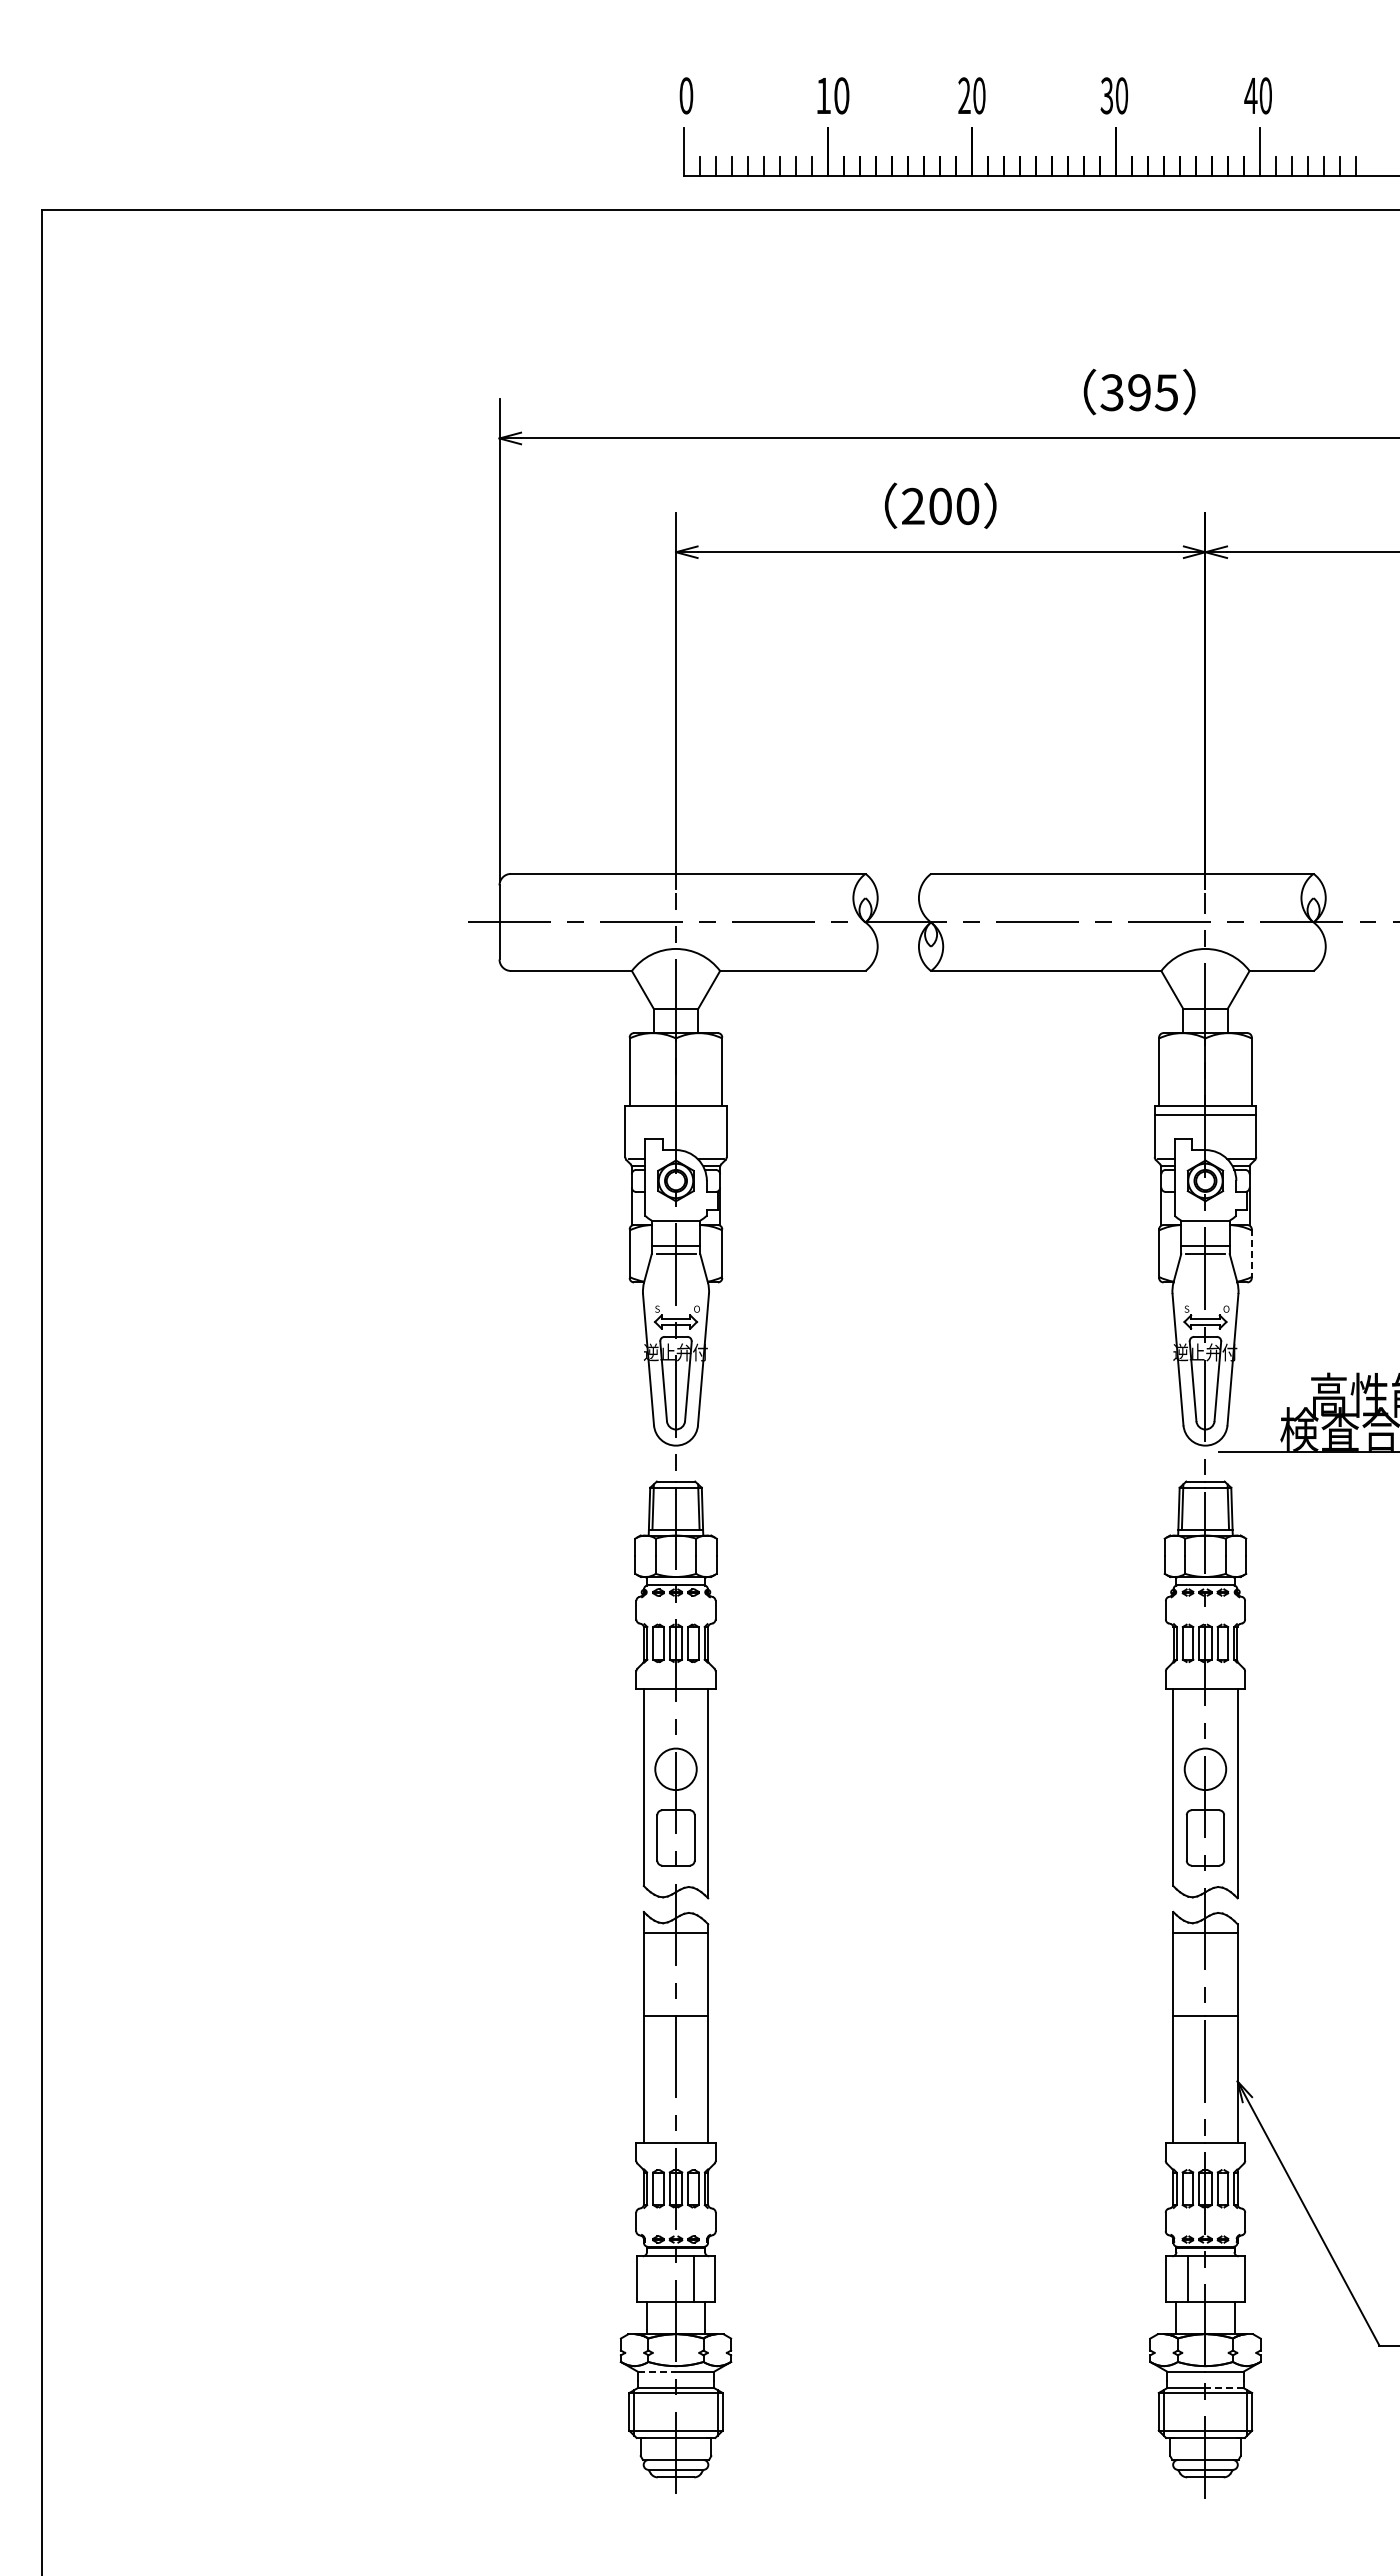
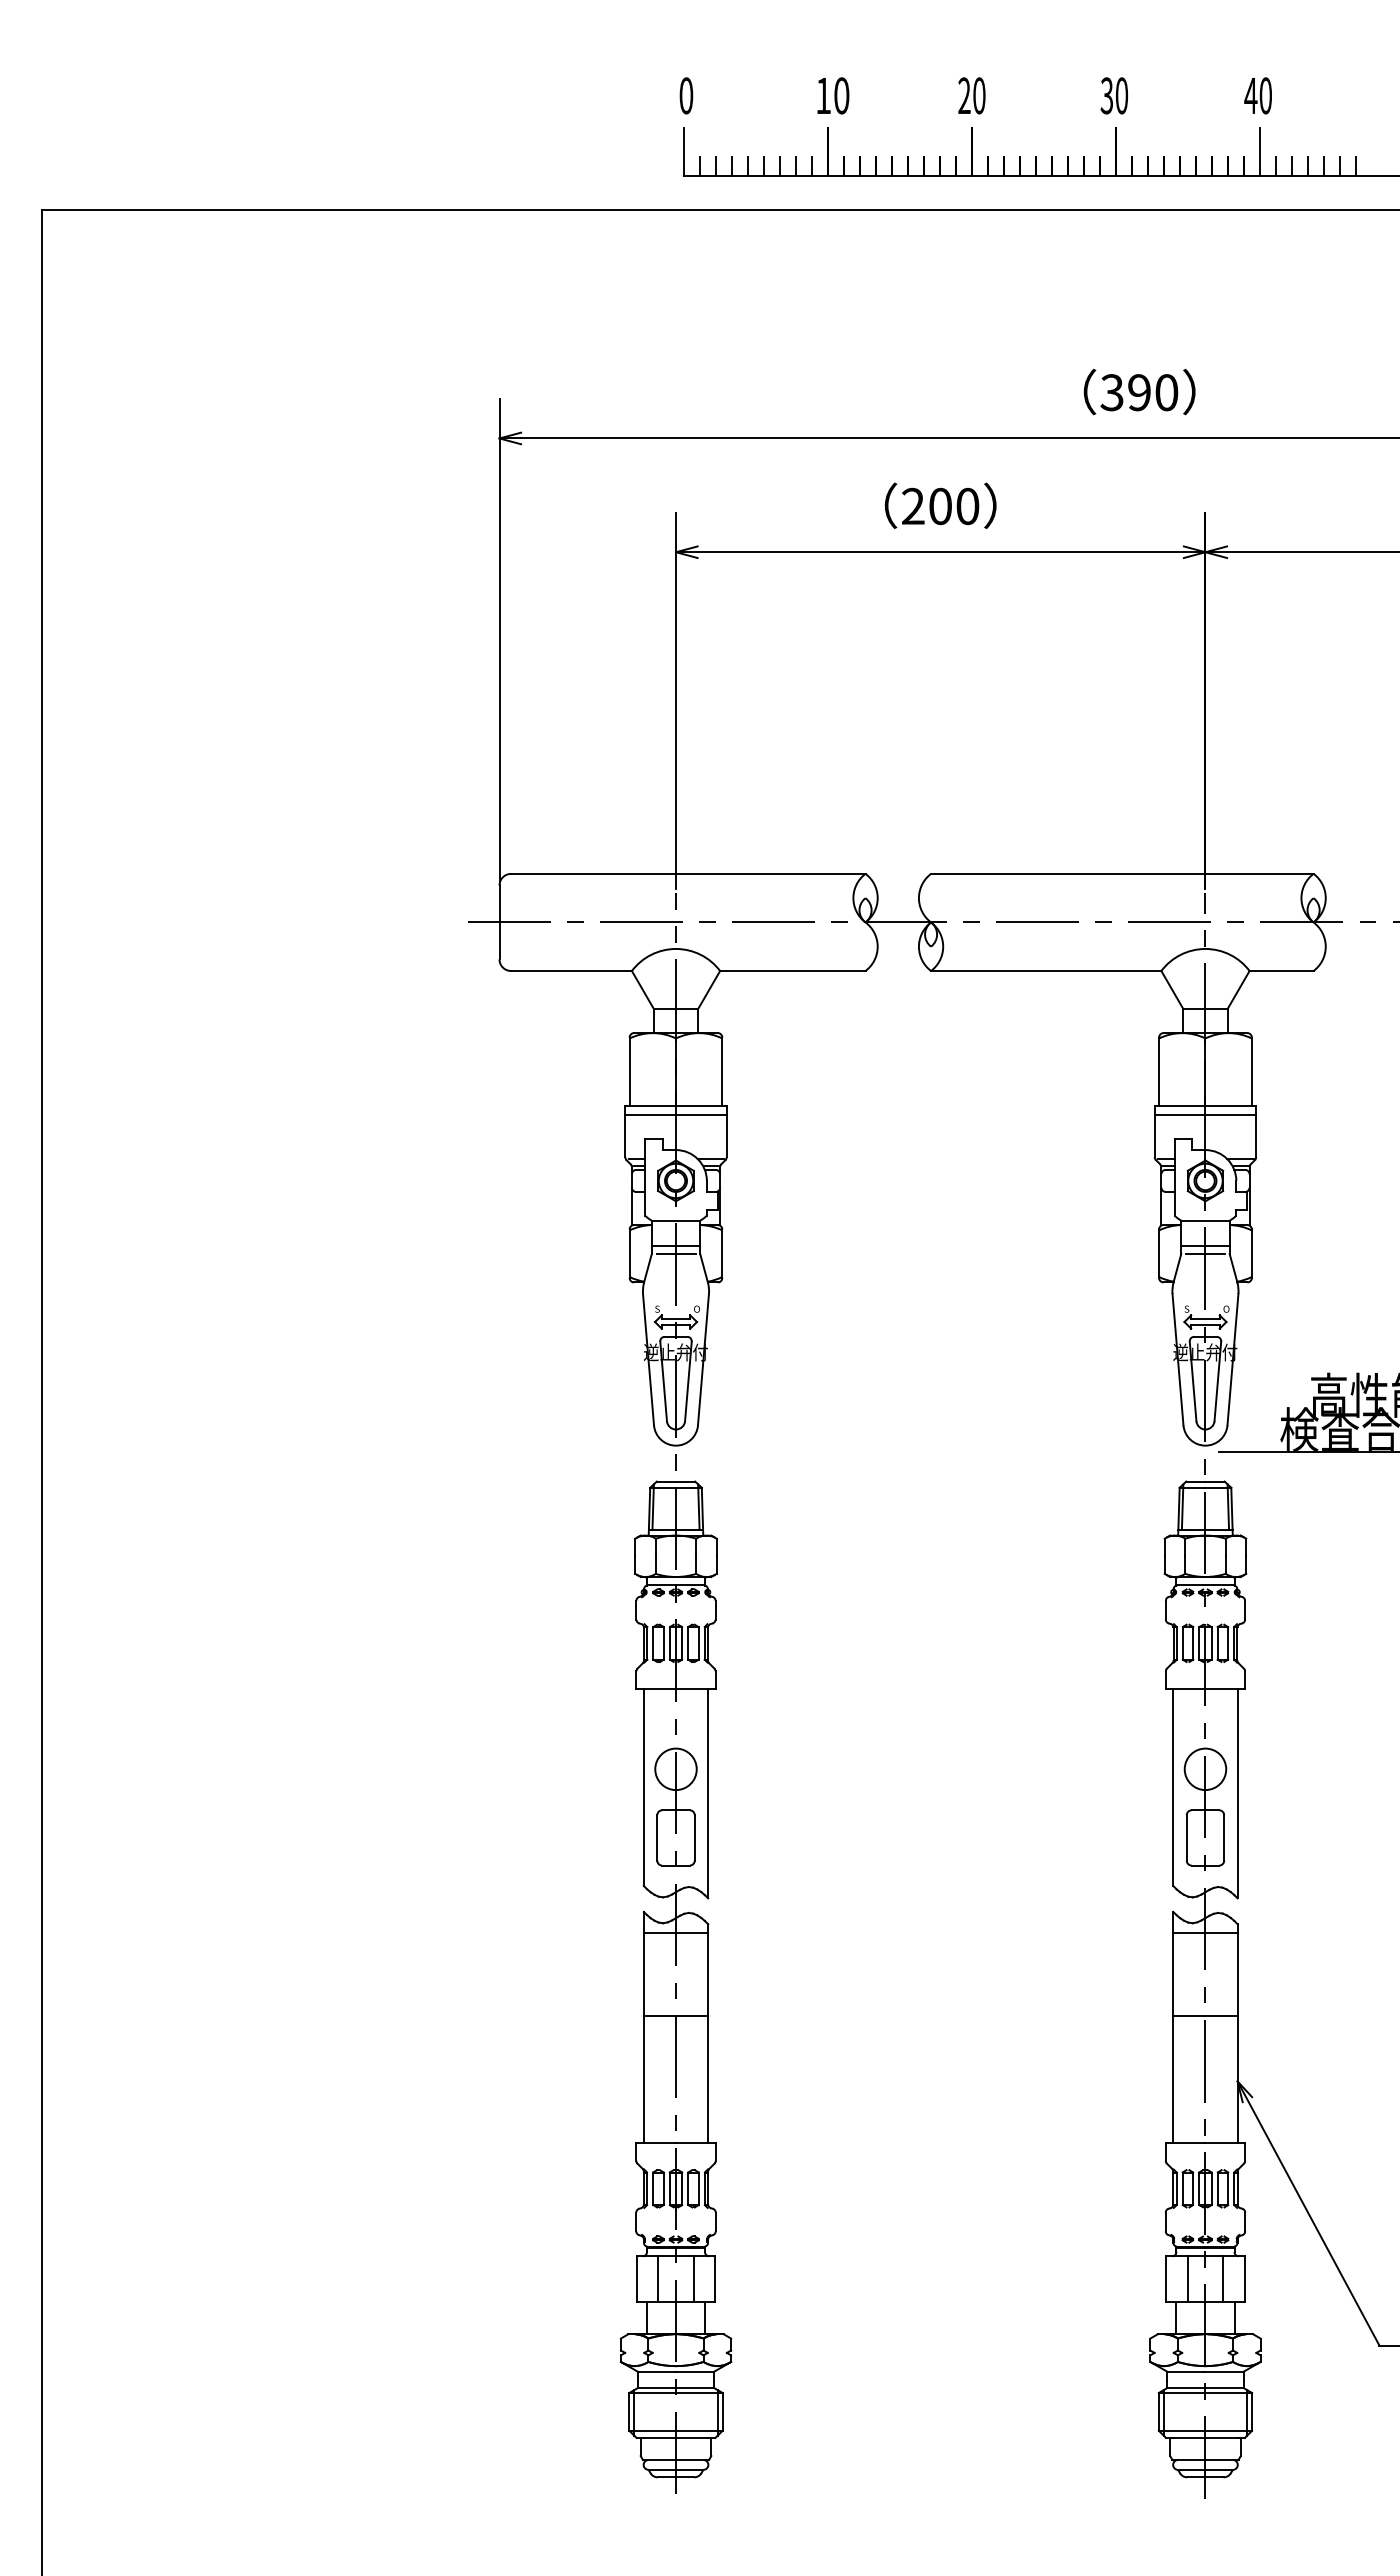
text at (1166, 392): 395 -> 390
line at (675, 1114): none -> present
line at (1251, 1254): dashed -> solid
line at (658, 2278): none -> present
line at (1223, 2278): none -> present
line at (657, 2371): dashed -> solid
line at (1224, 2388): dashed -> solid
